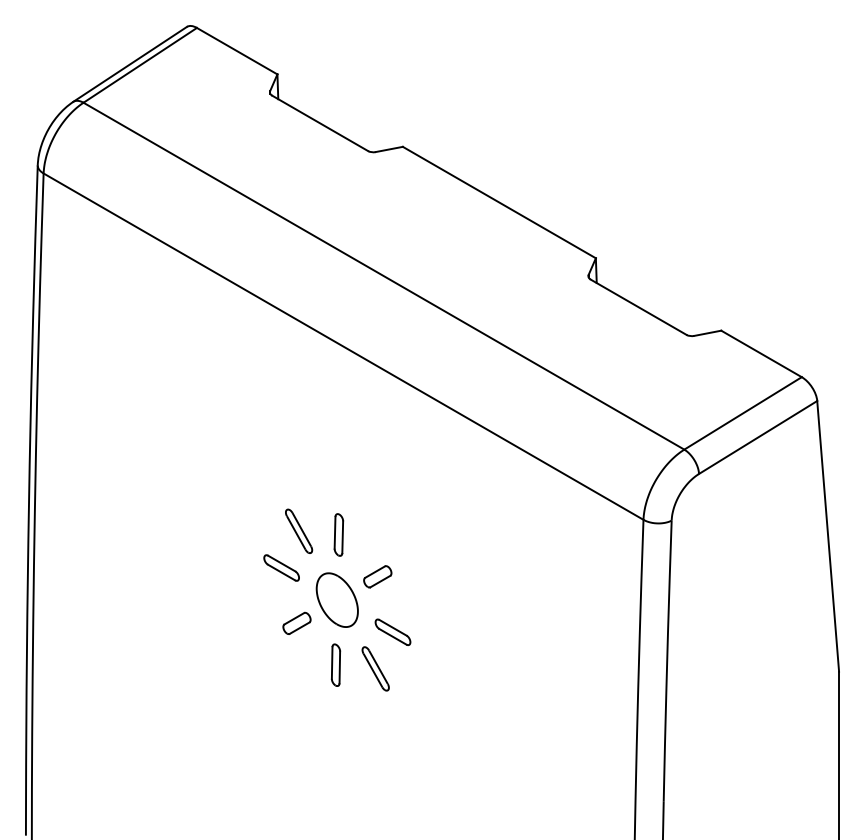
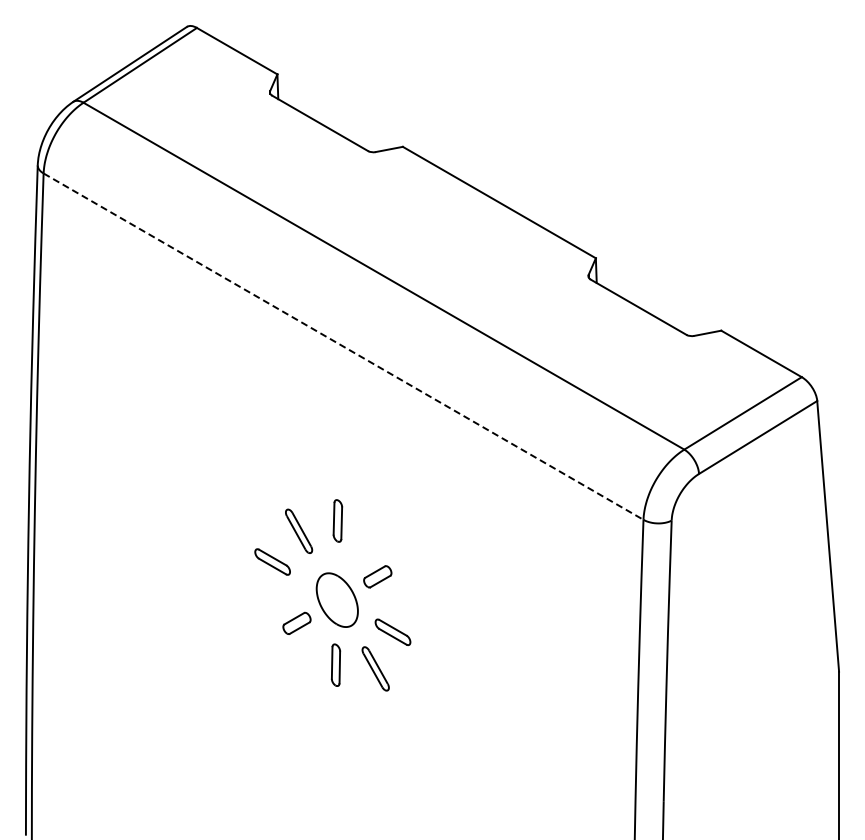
line at (343, 346): solid -> dashed
part at (338, 534) position: (338, 534) -> (337, 520)
part at (281, 567) position: (281, 567) -> (272, 561)
